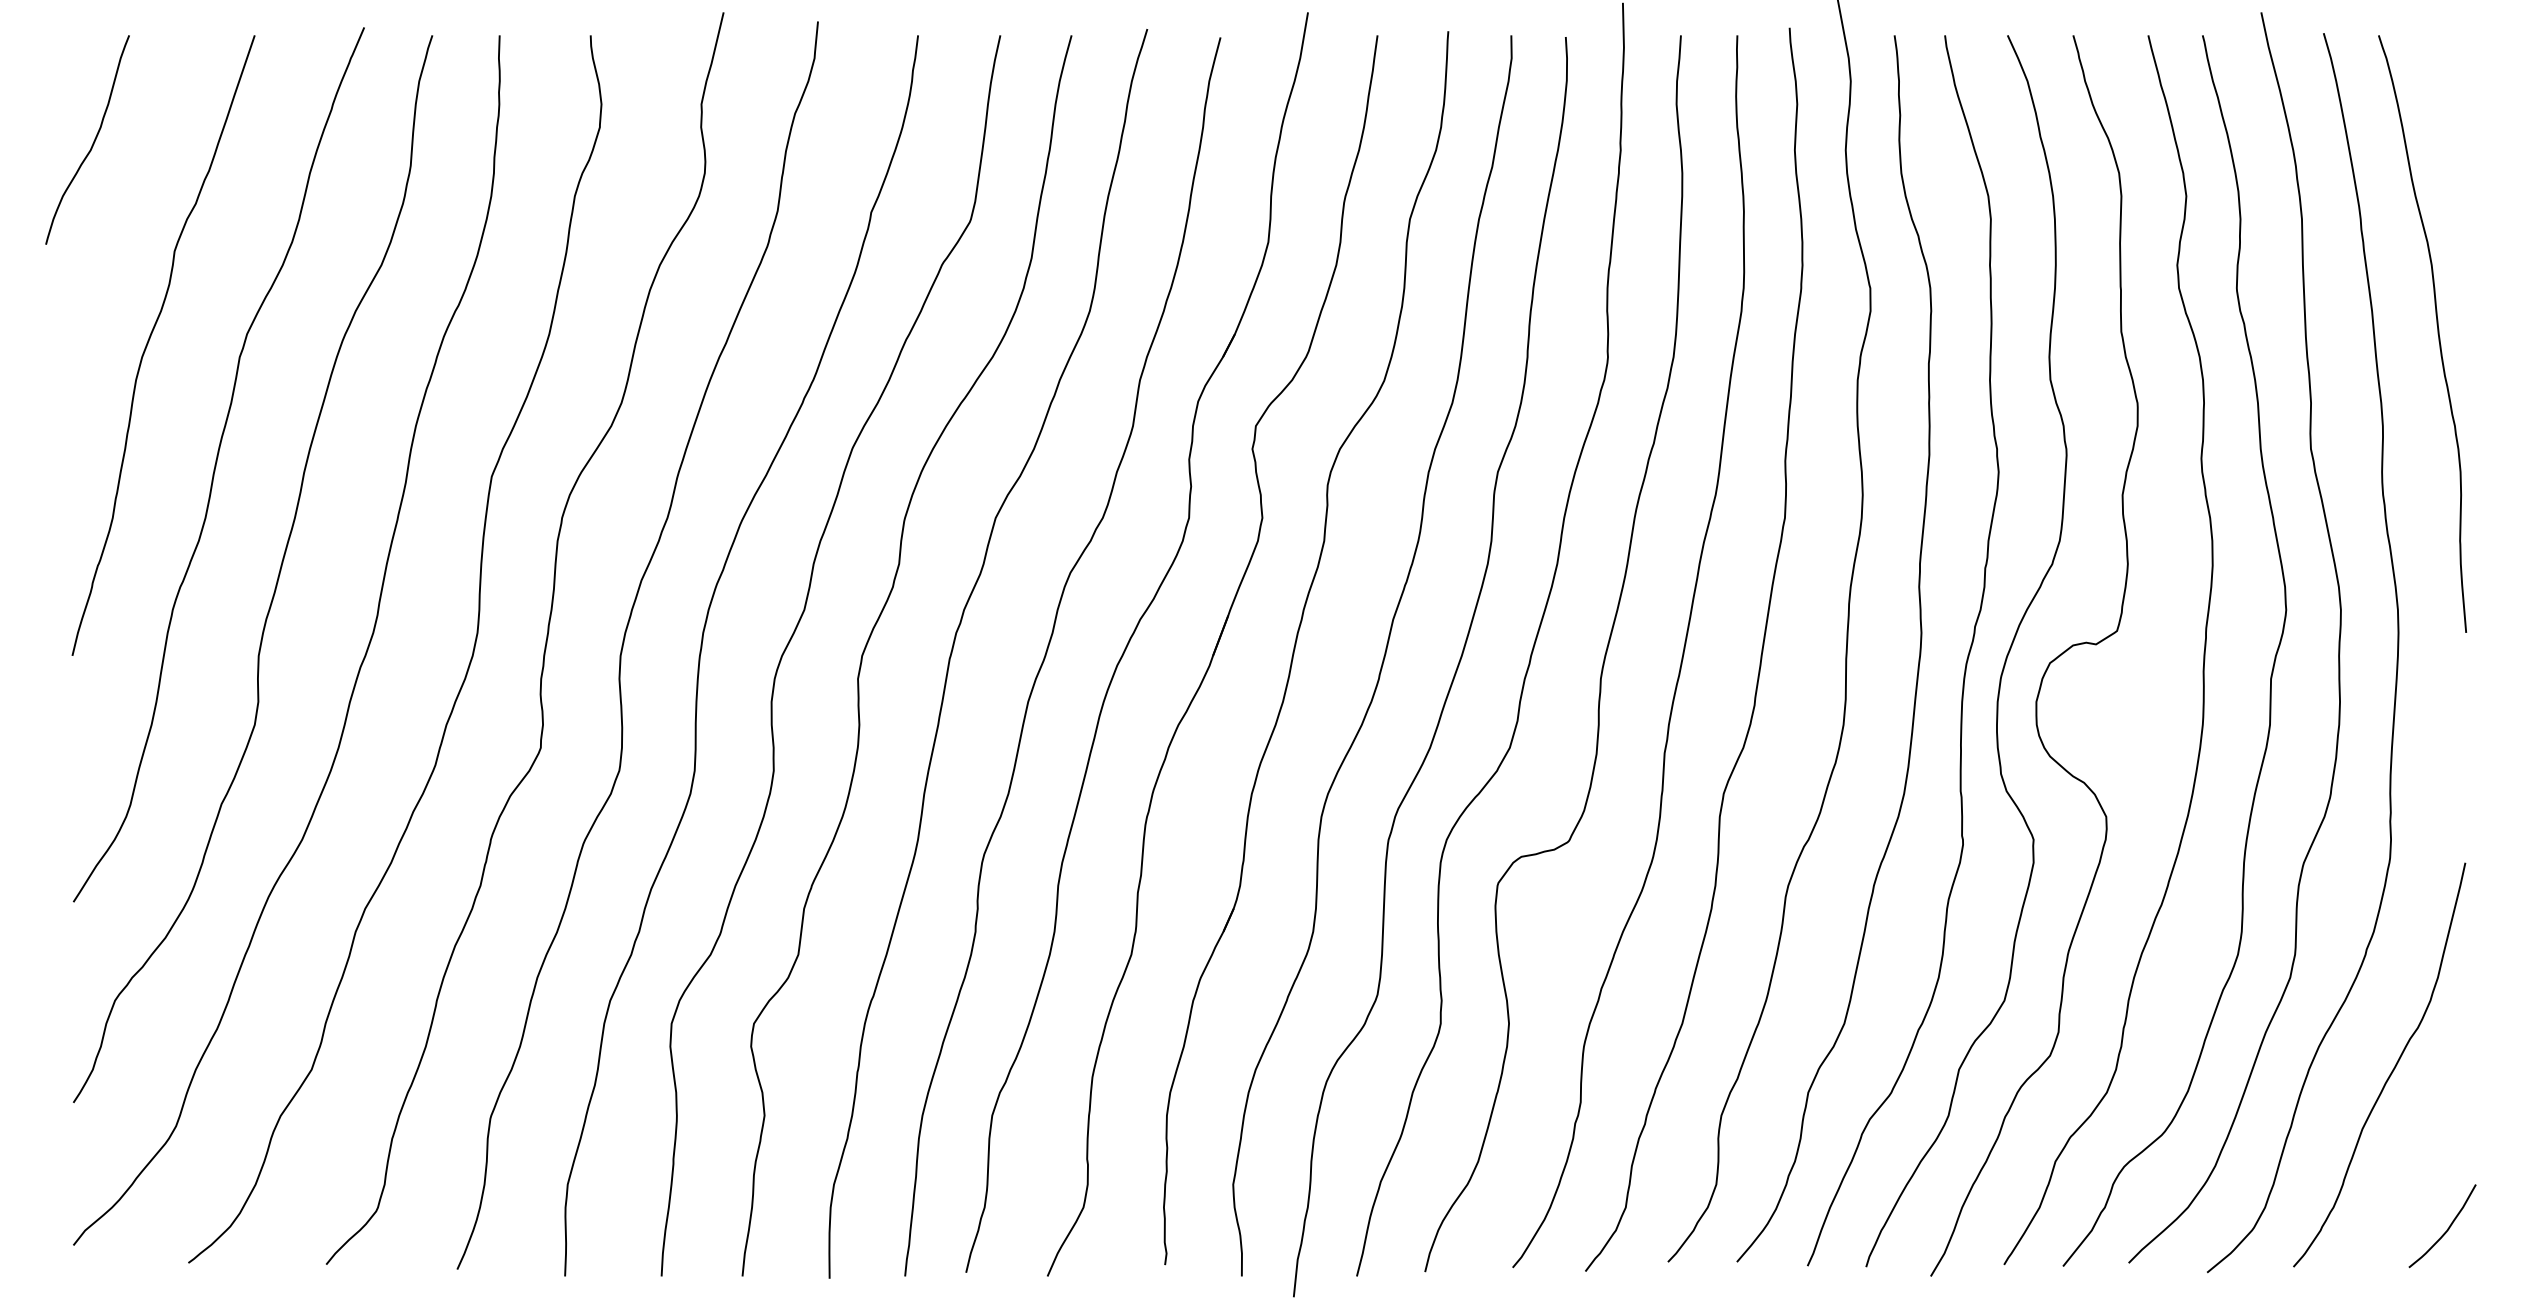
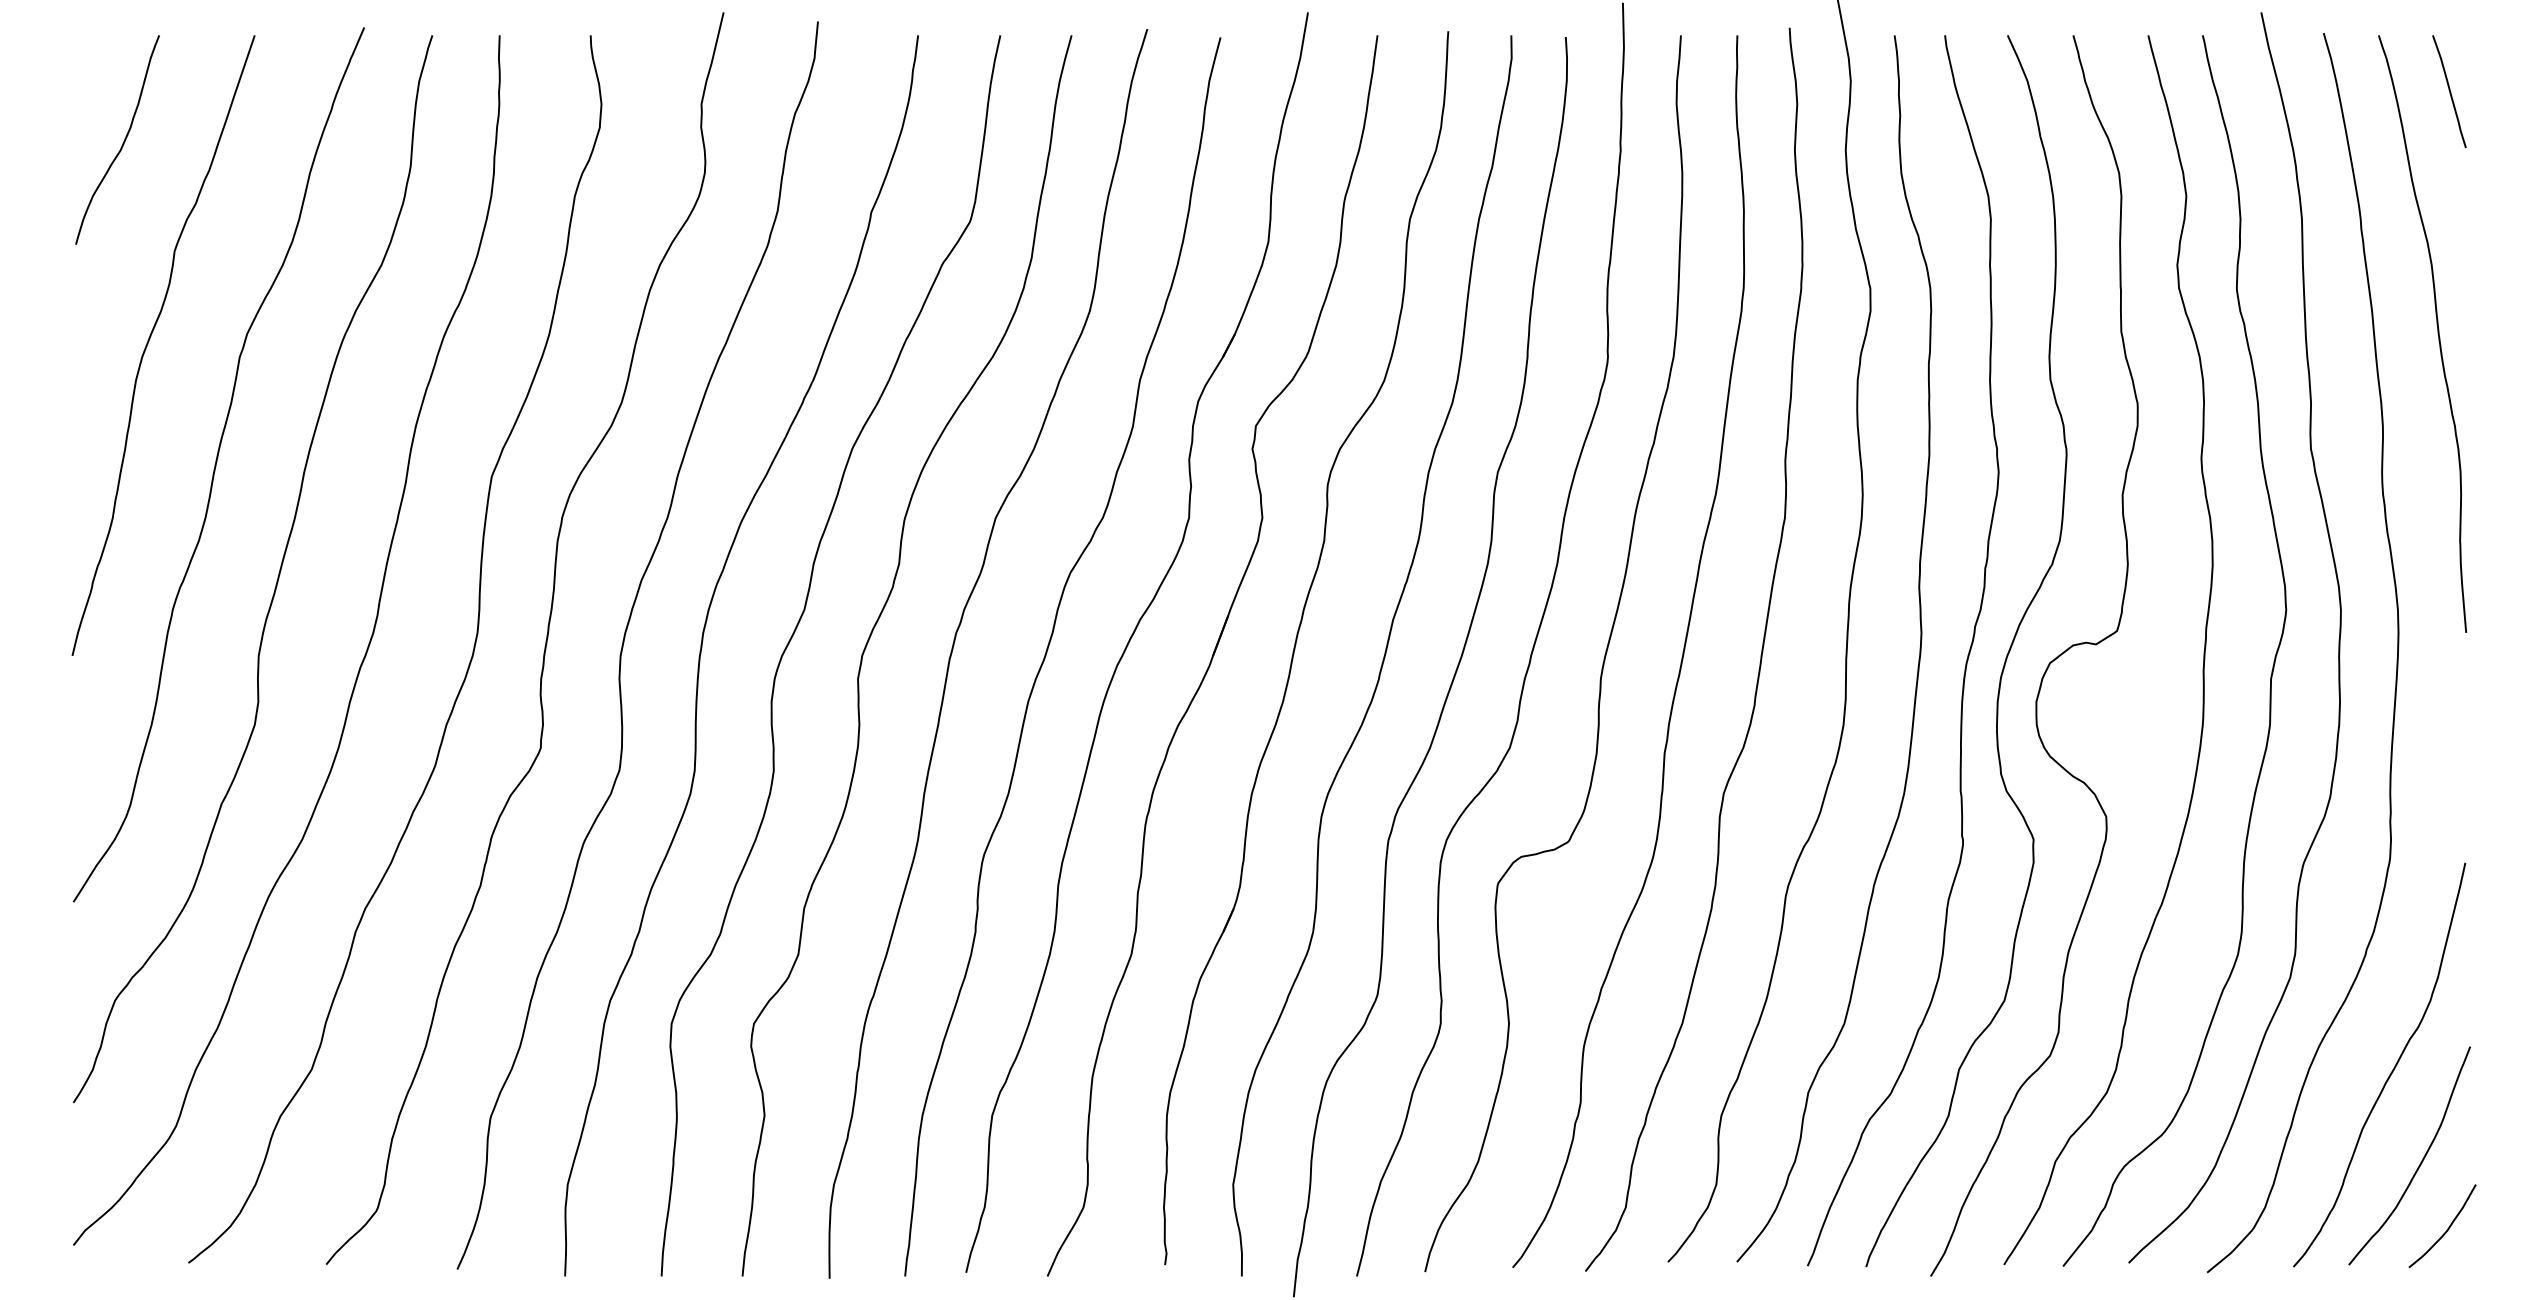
curve at (2449, 91): none -> present
curve at (93, 141) position: (93, 141) -> (123, 141)
curve at (2421, 1160): none -> present
